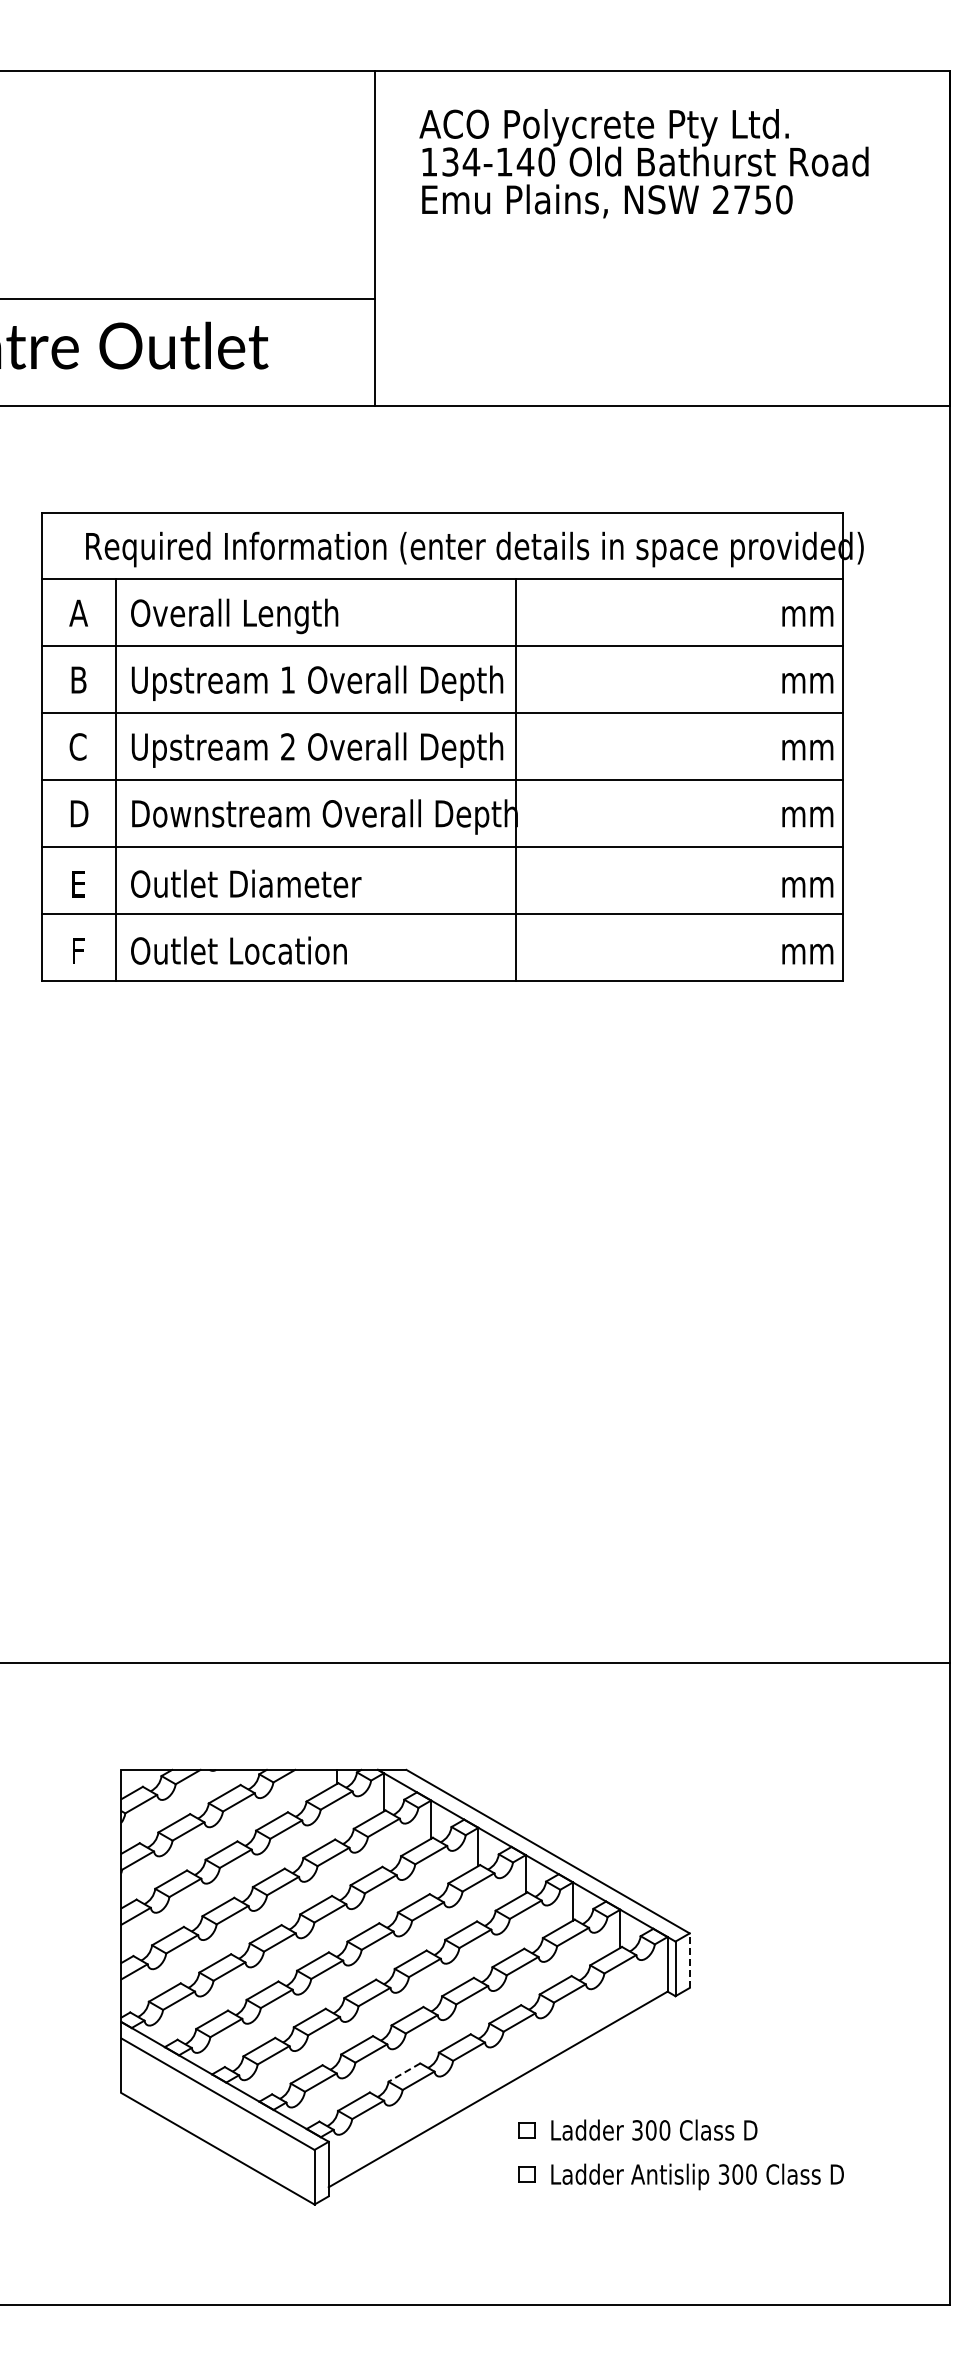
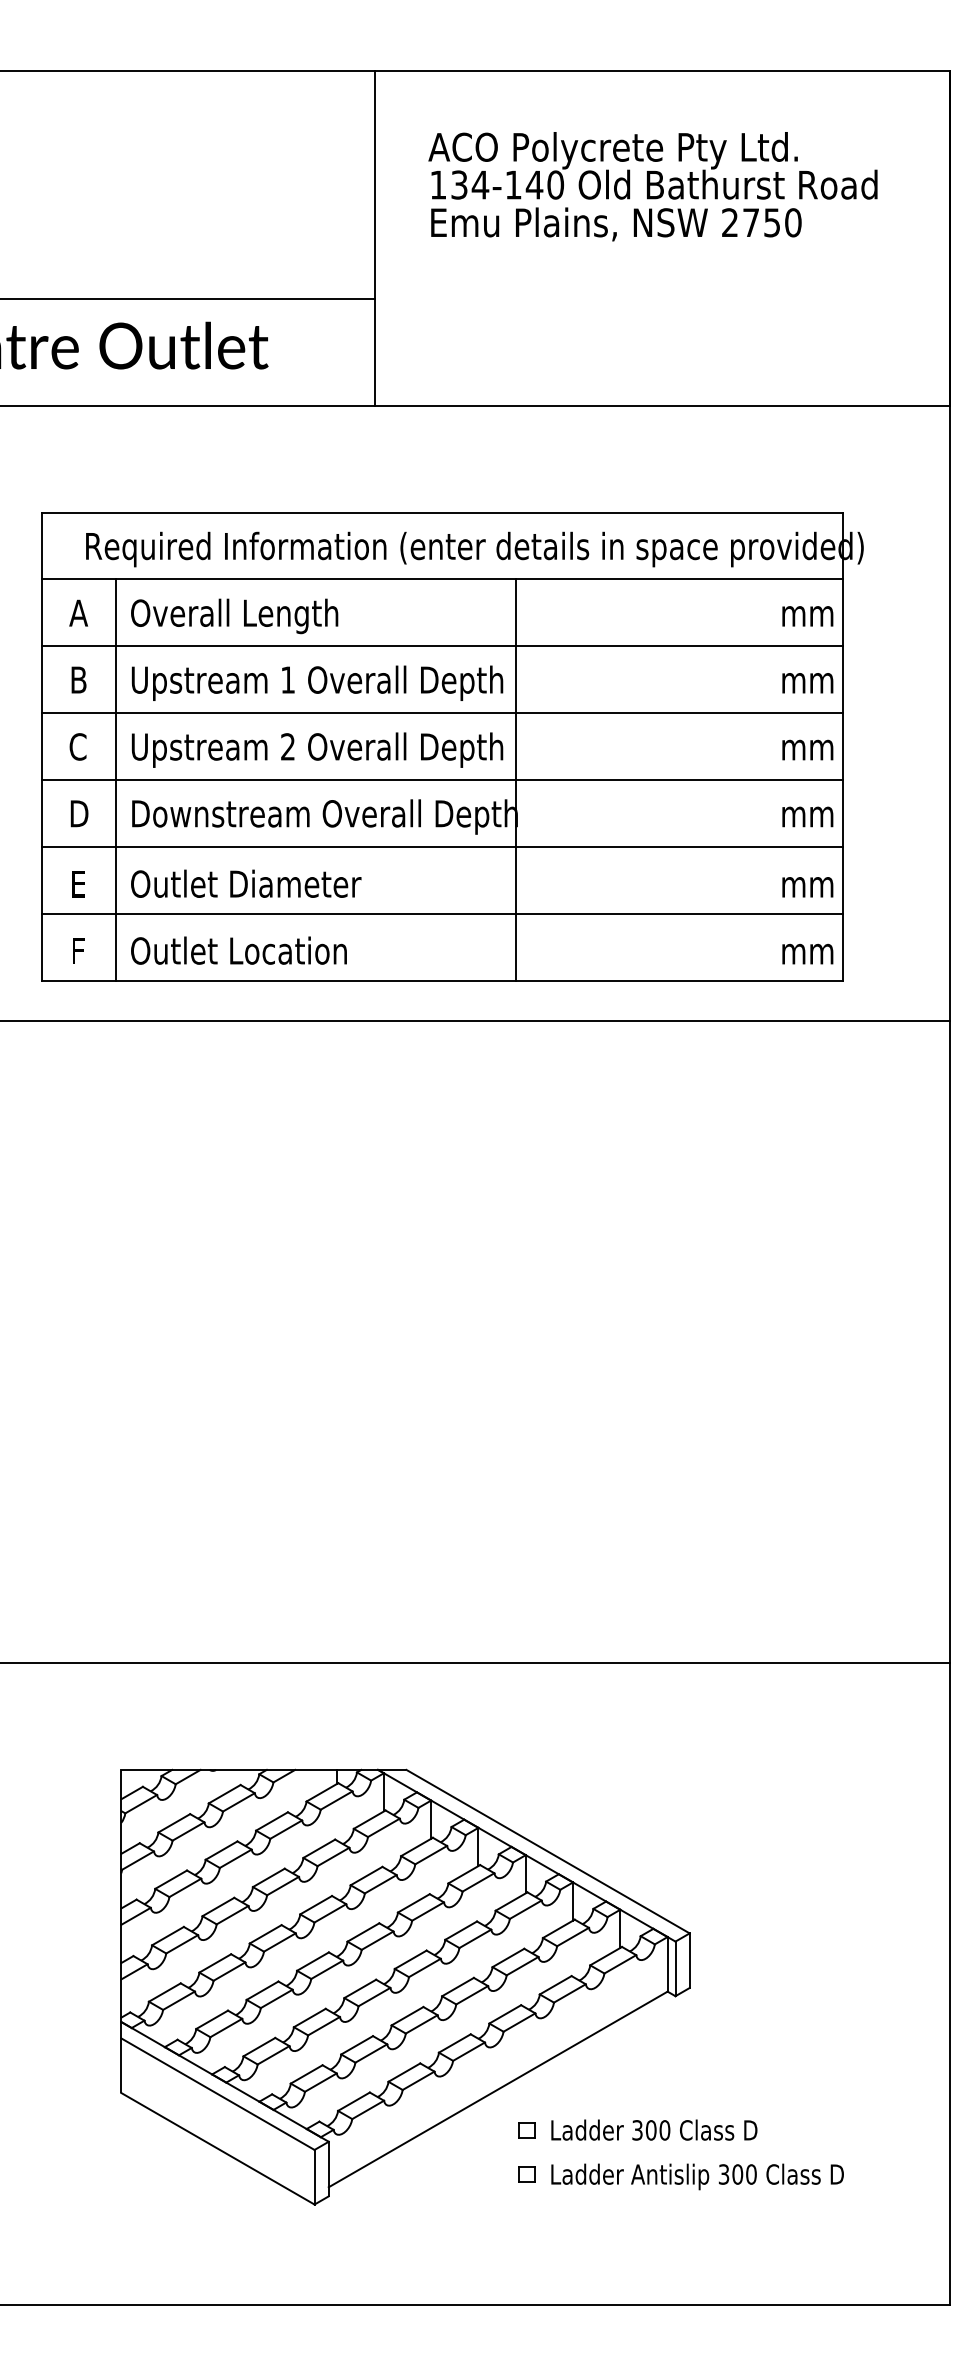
text at (643, 163) position: (643, 163) -> (652, 186)
line at (476, 1020): none -> present
line at (689, 1960): dashed -> solid
line at (403, 2072): dashed -> solid
